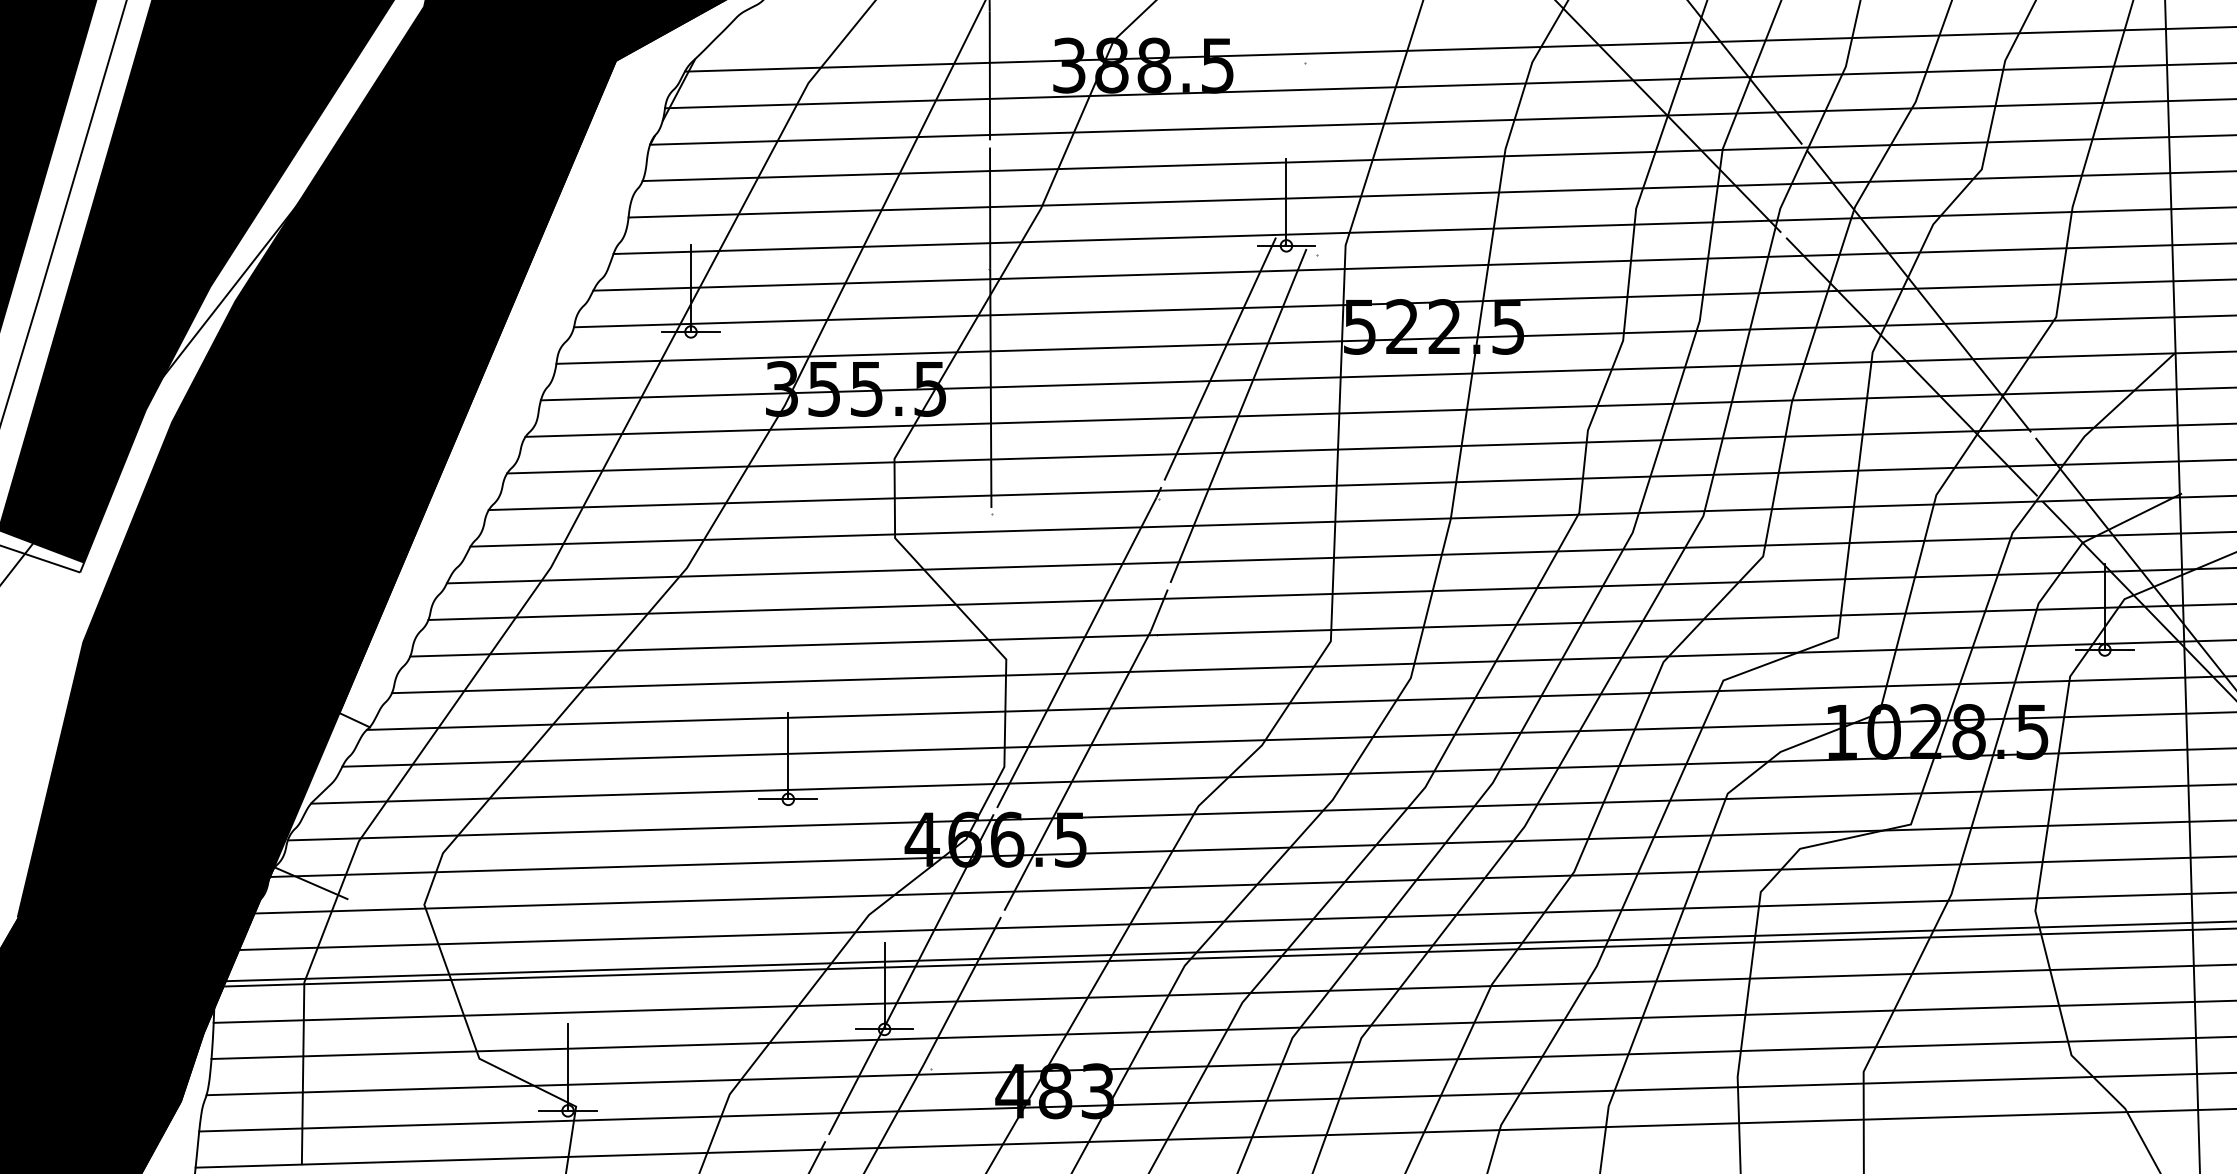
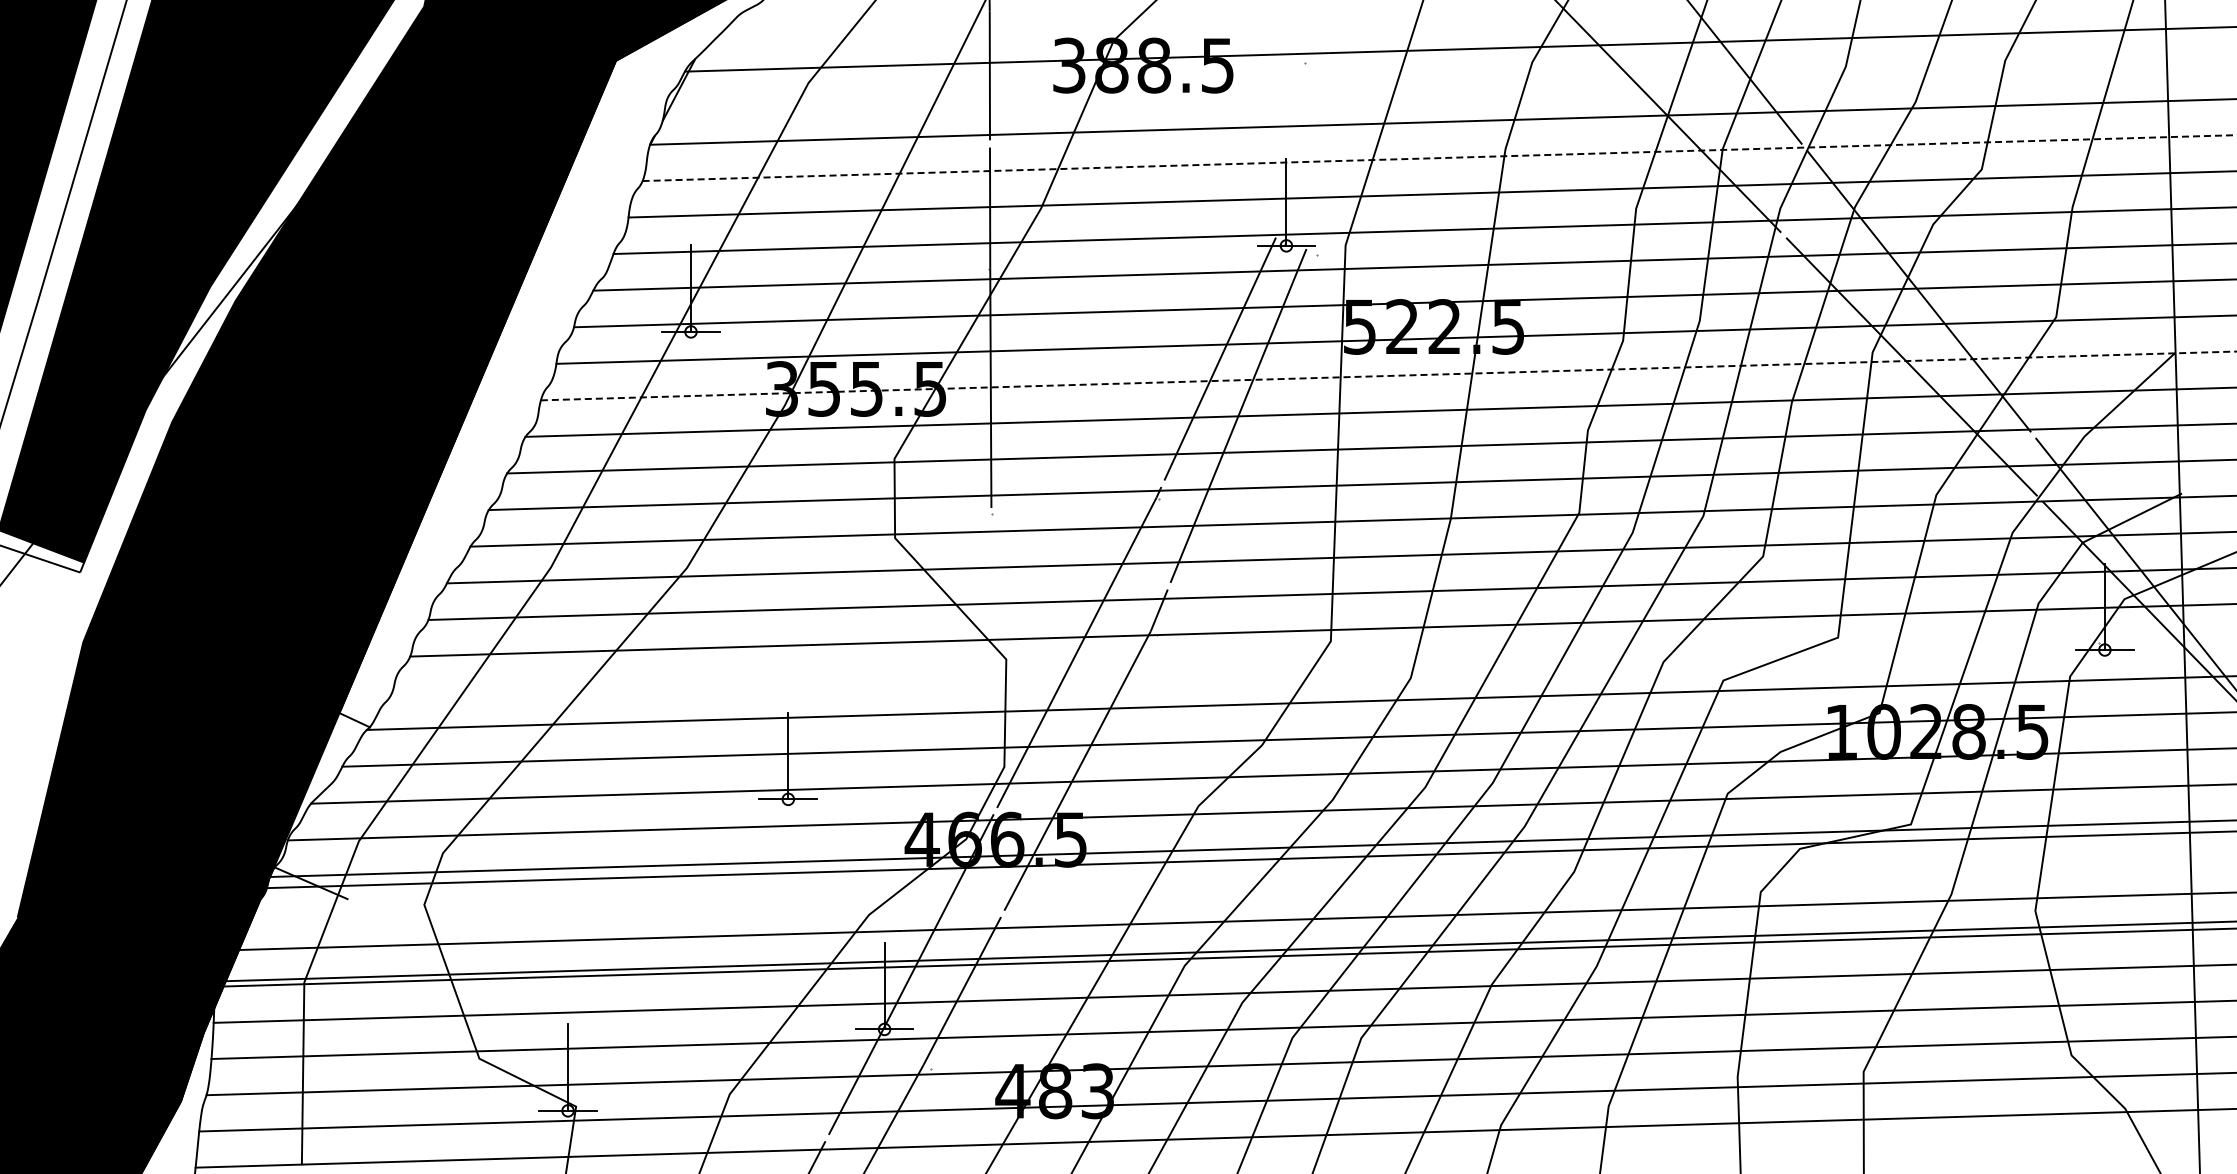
line at (1449, 85): present -> none
line at (1439, 158): solid -> dashed
line at (1388, 375): solid -> dashed
line at (1312, 666): present -> none
line at (1241, 884) position: (1241, 884) -> (1241, 859)
